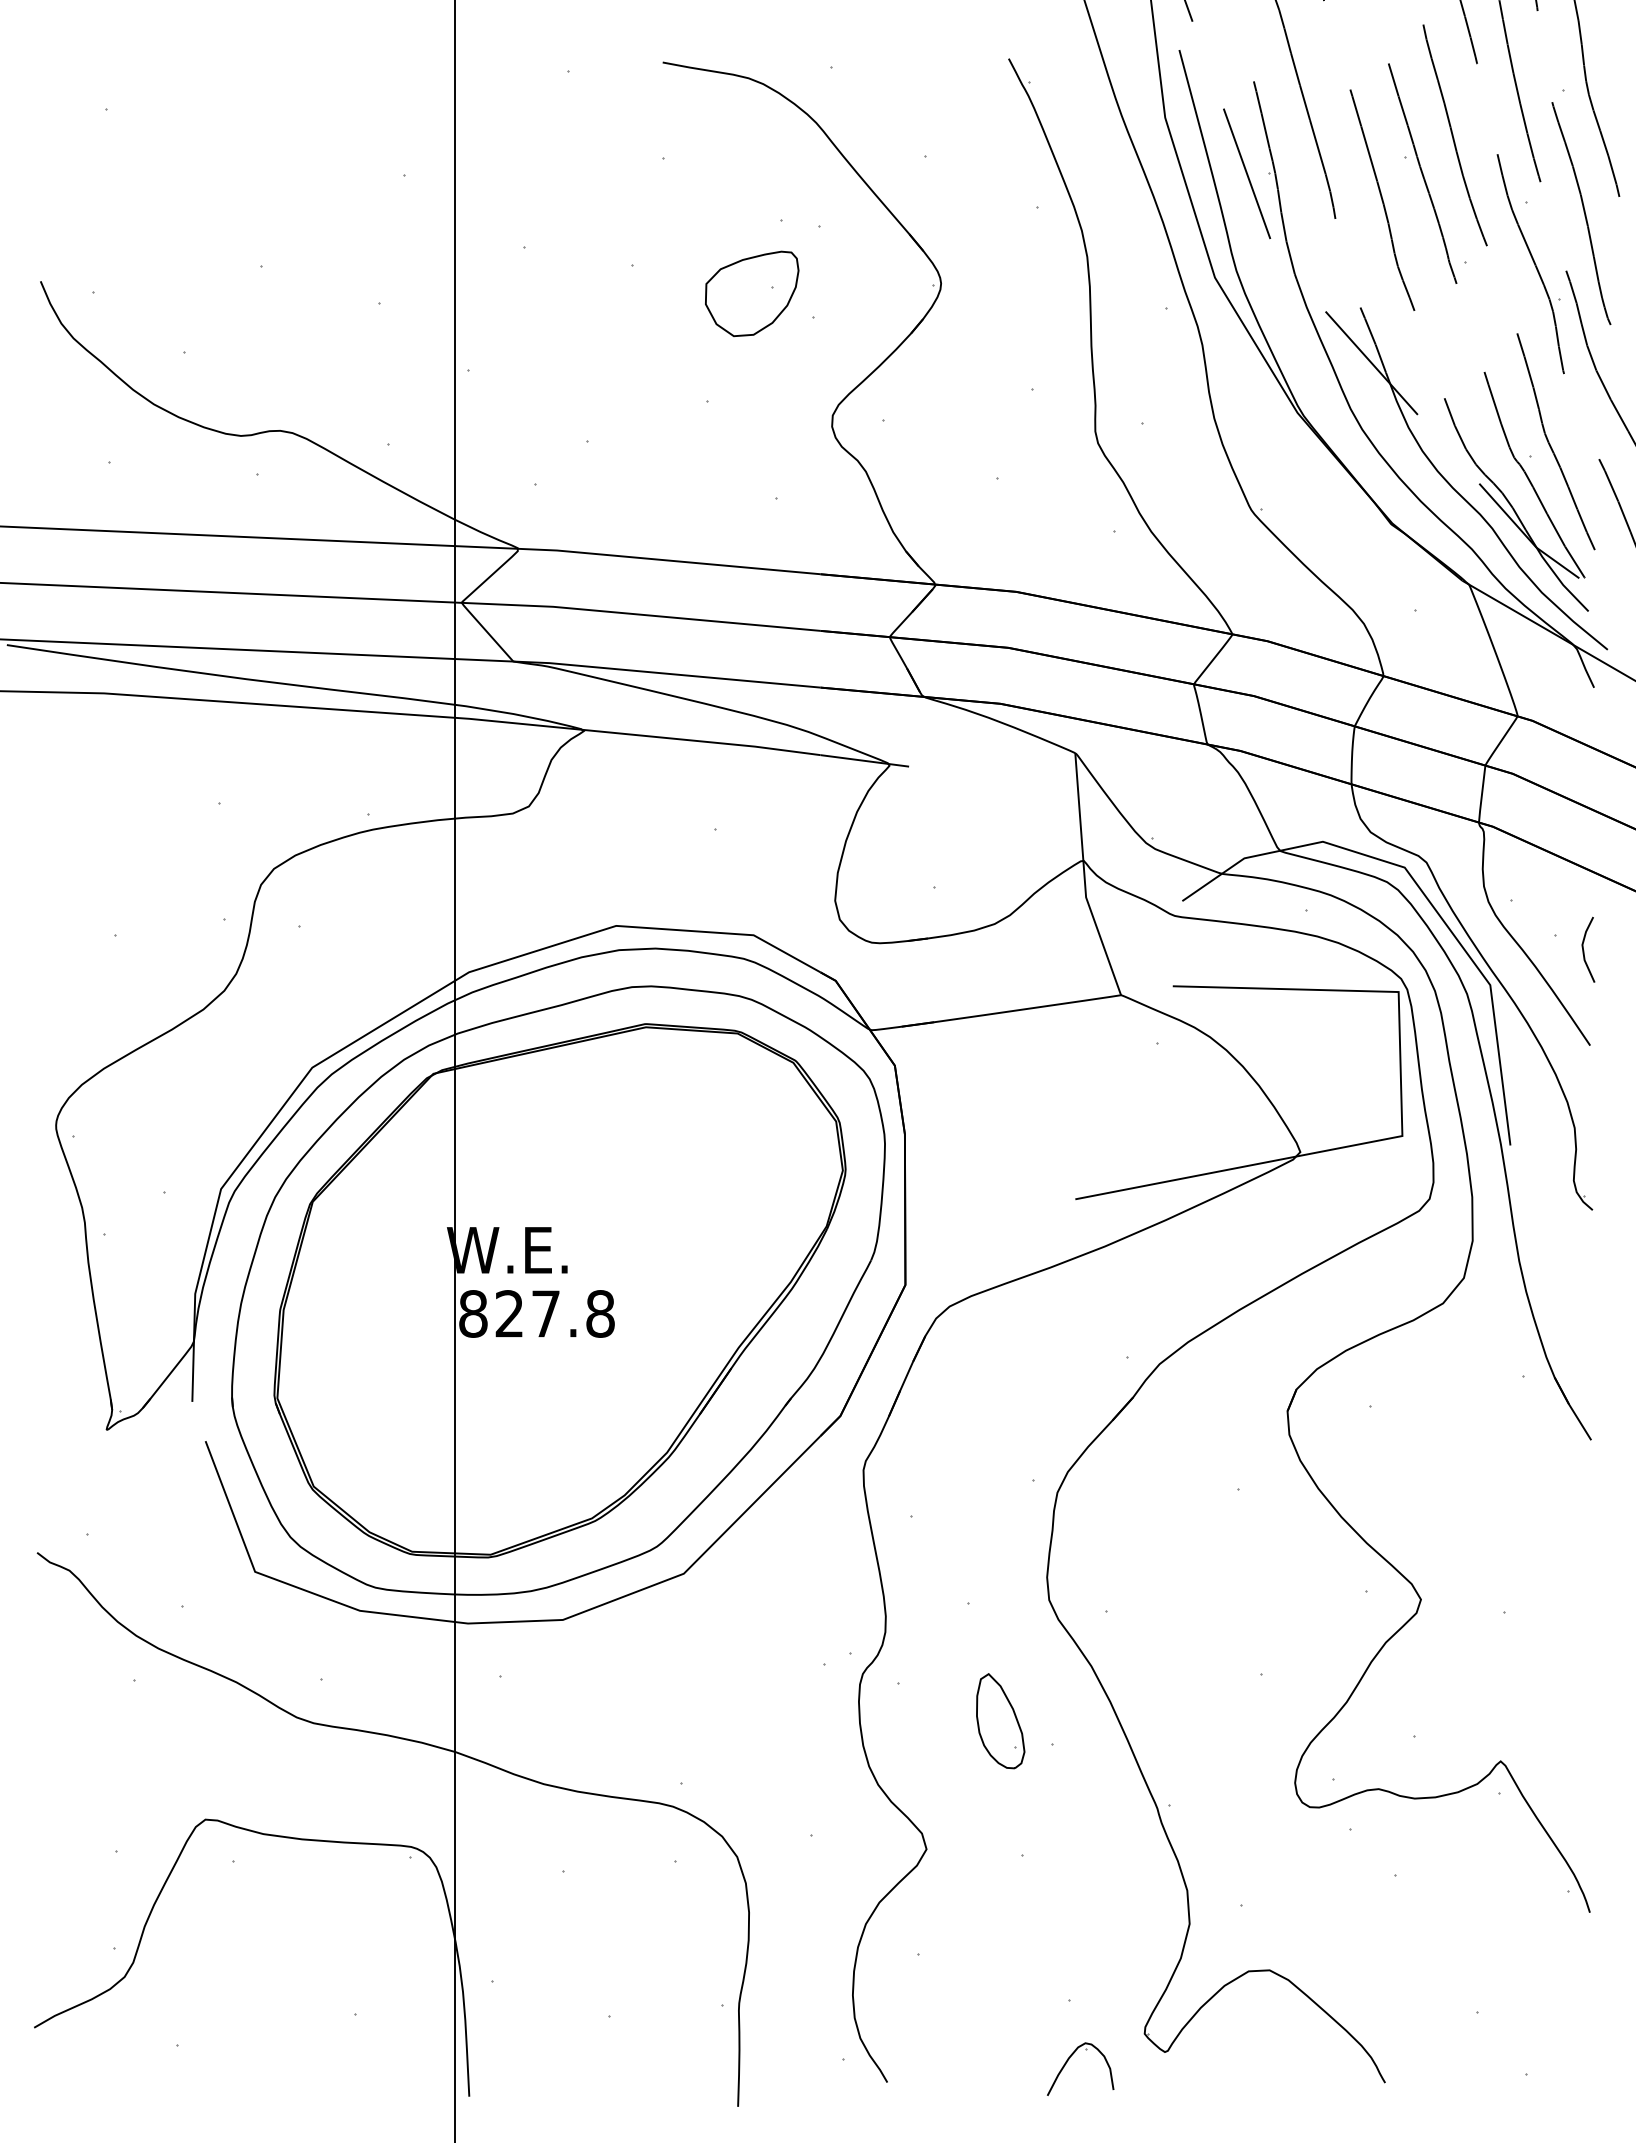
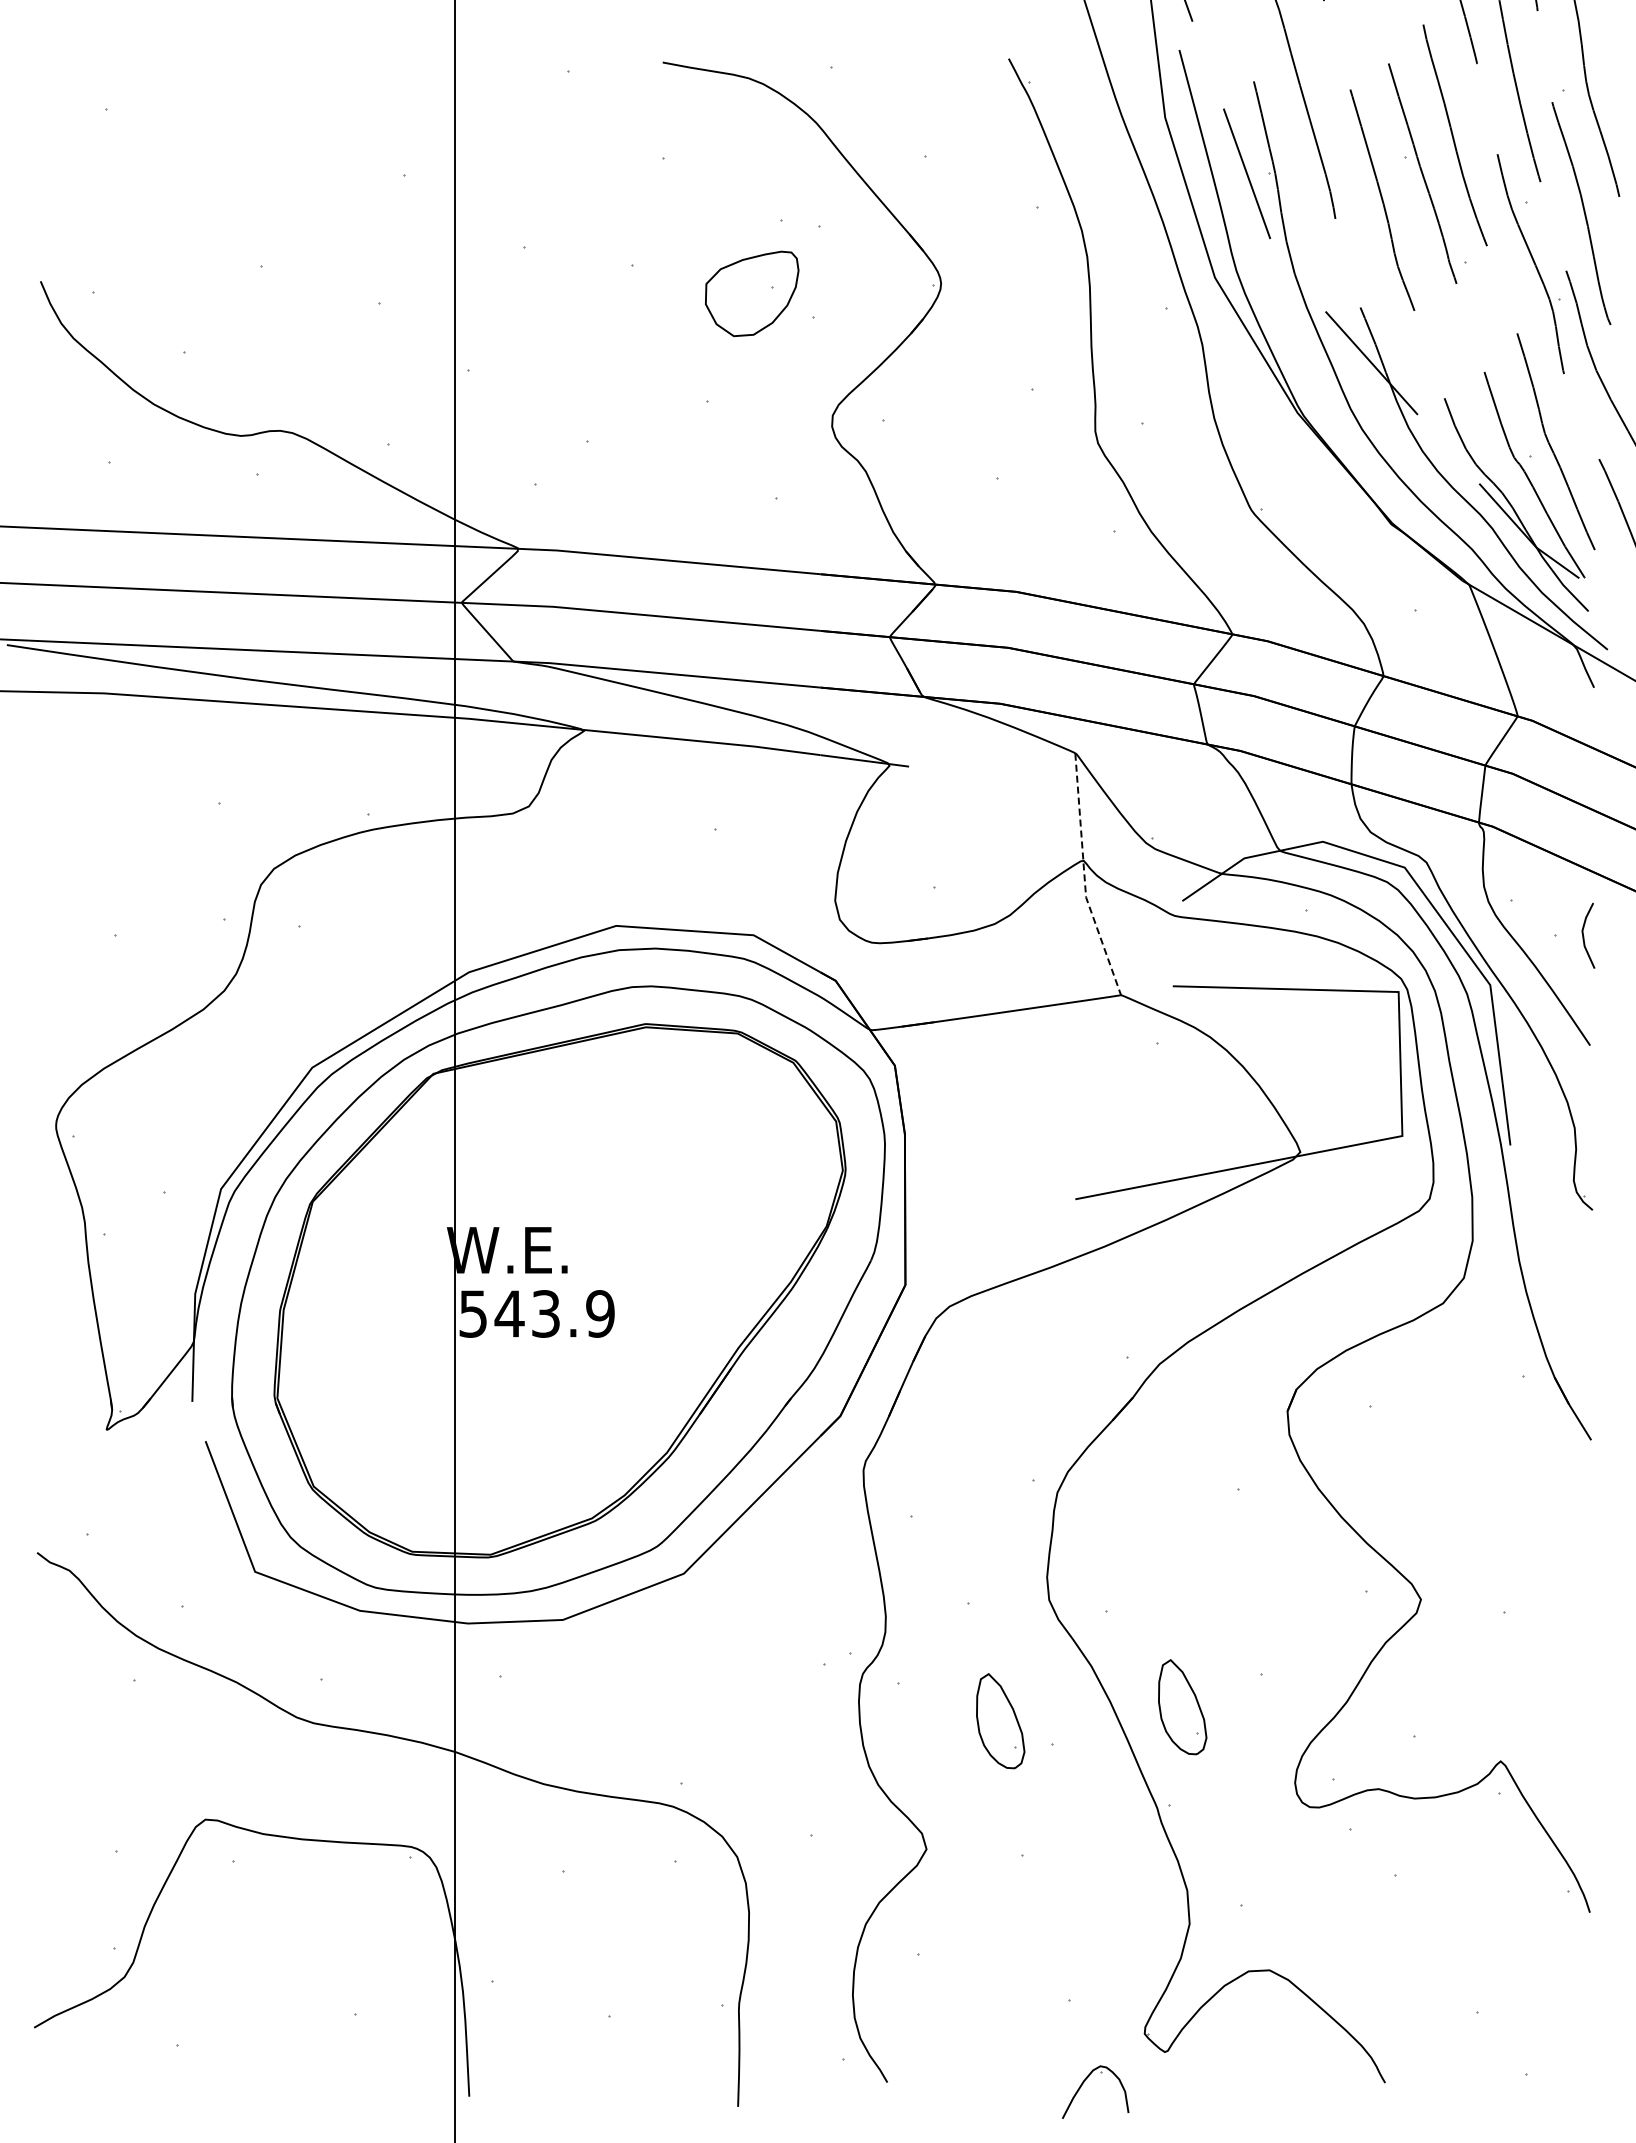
line at (1084, 878): solid -> dashed
line at (1584, 950) position: (1584, 950) -> (1584, 936)
text at (536, 1313): 827.8 -> 543.9
part at (1182, 1707): none -> present
part at (1069, 2059) position: (1069, 2059) -> (1084, 2082)
